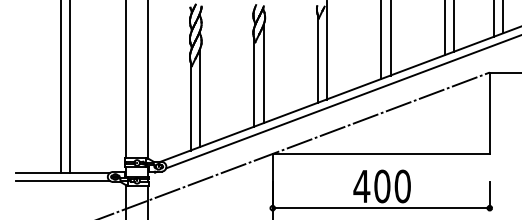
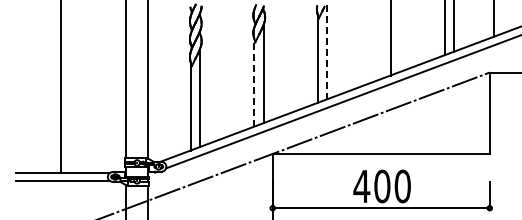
line at (502, 17): present -> none
line at (381, 40): present -> none
line at (327, 49): solid -> dashed
line at (254, 82): solid -> dashed
line at (70, 87): present -> none
